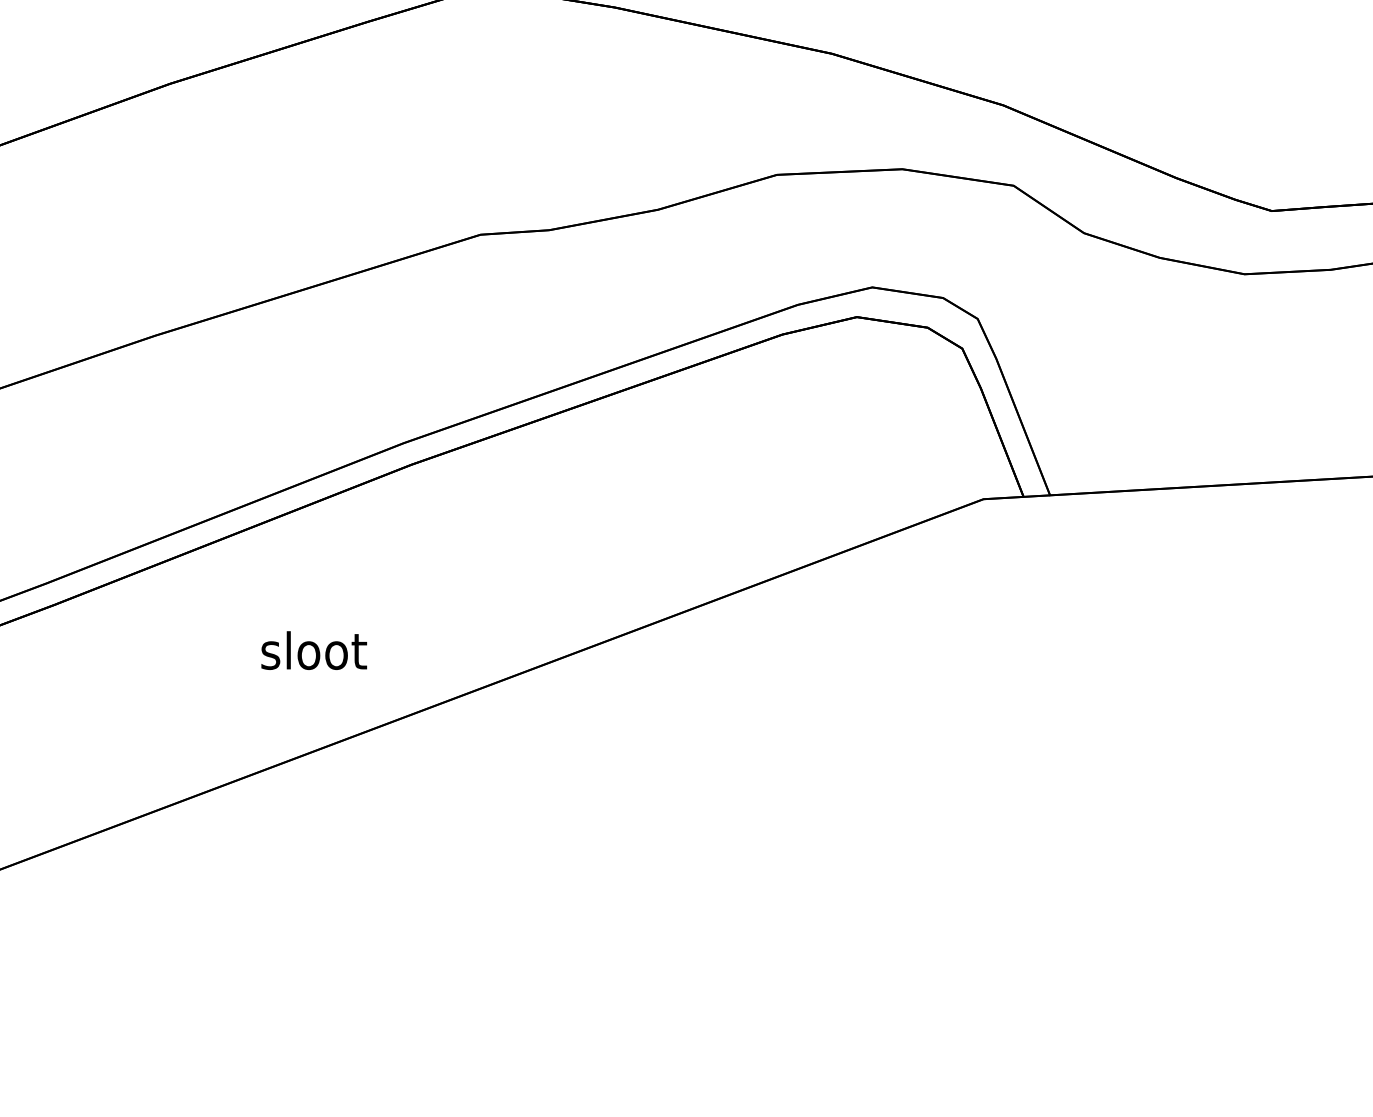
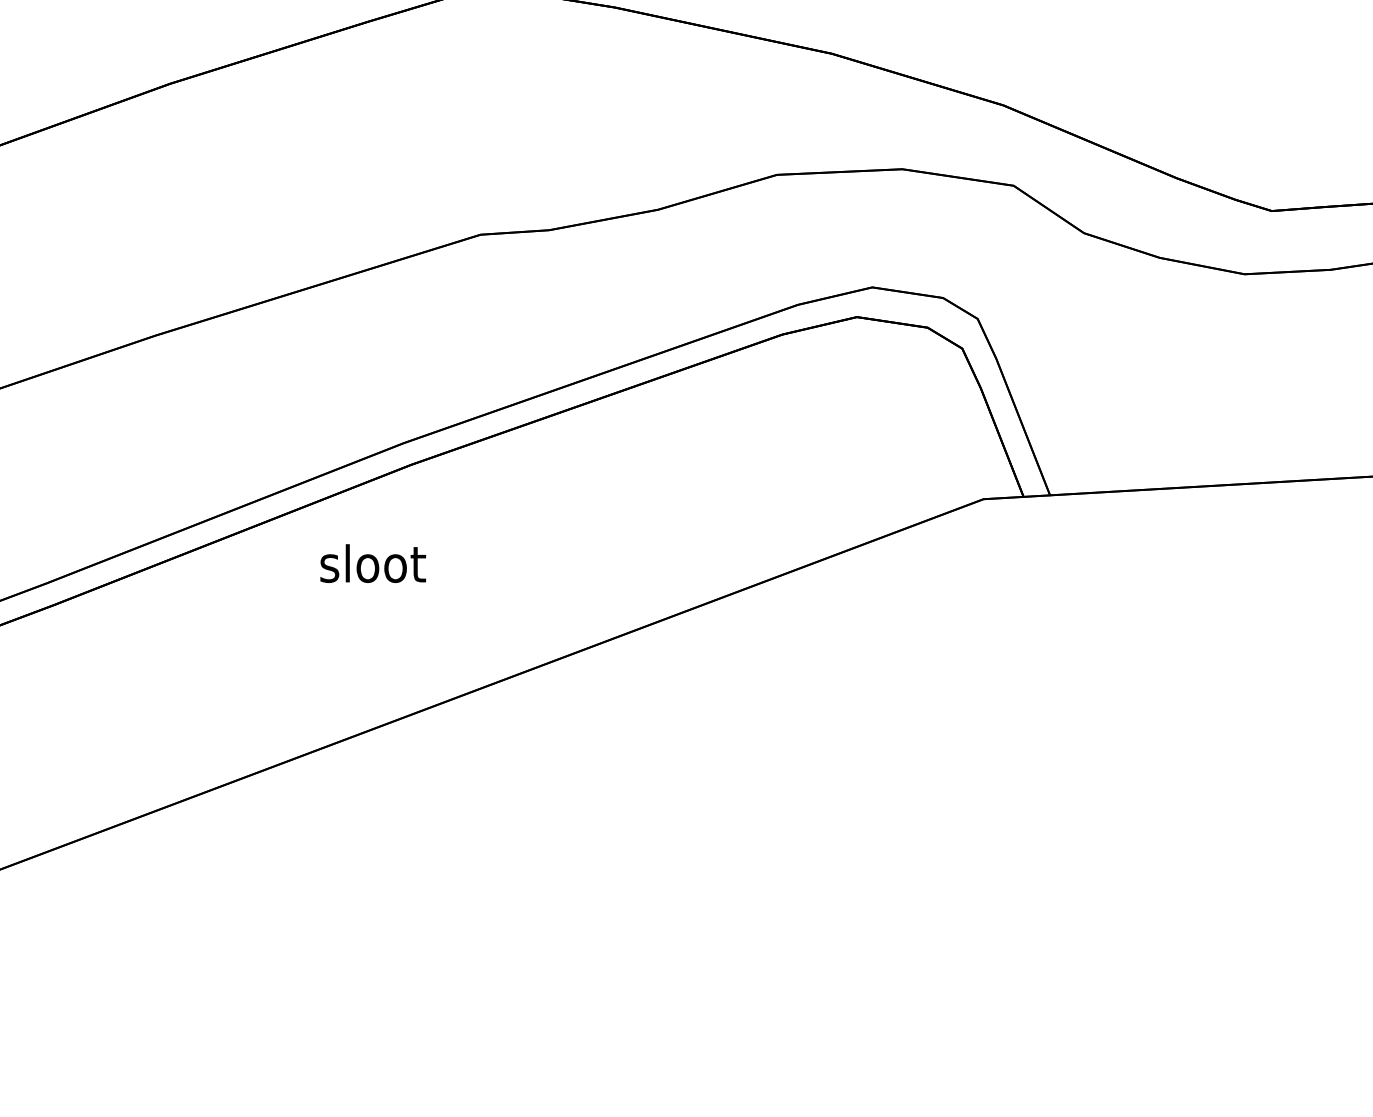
text at (313, 650) position: (313, 650) -> (372, 563)
